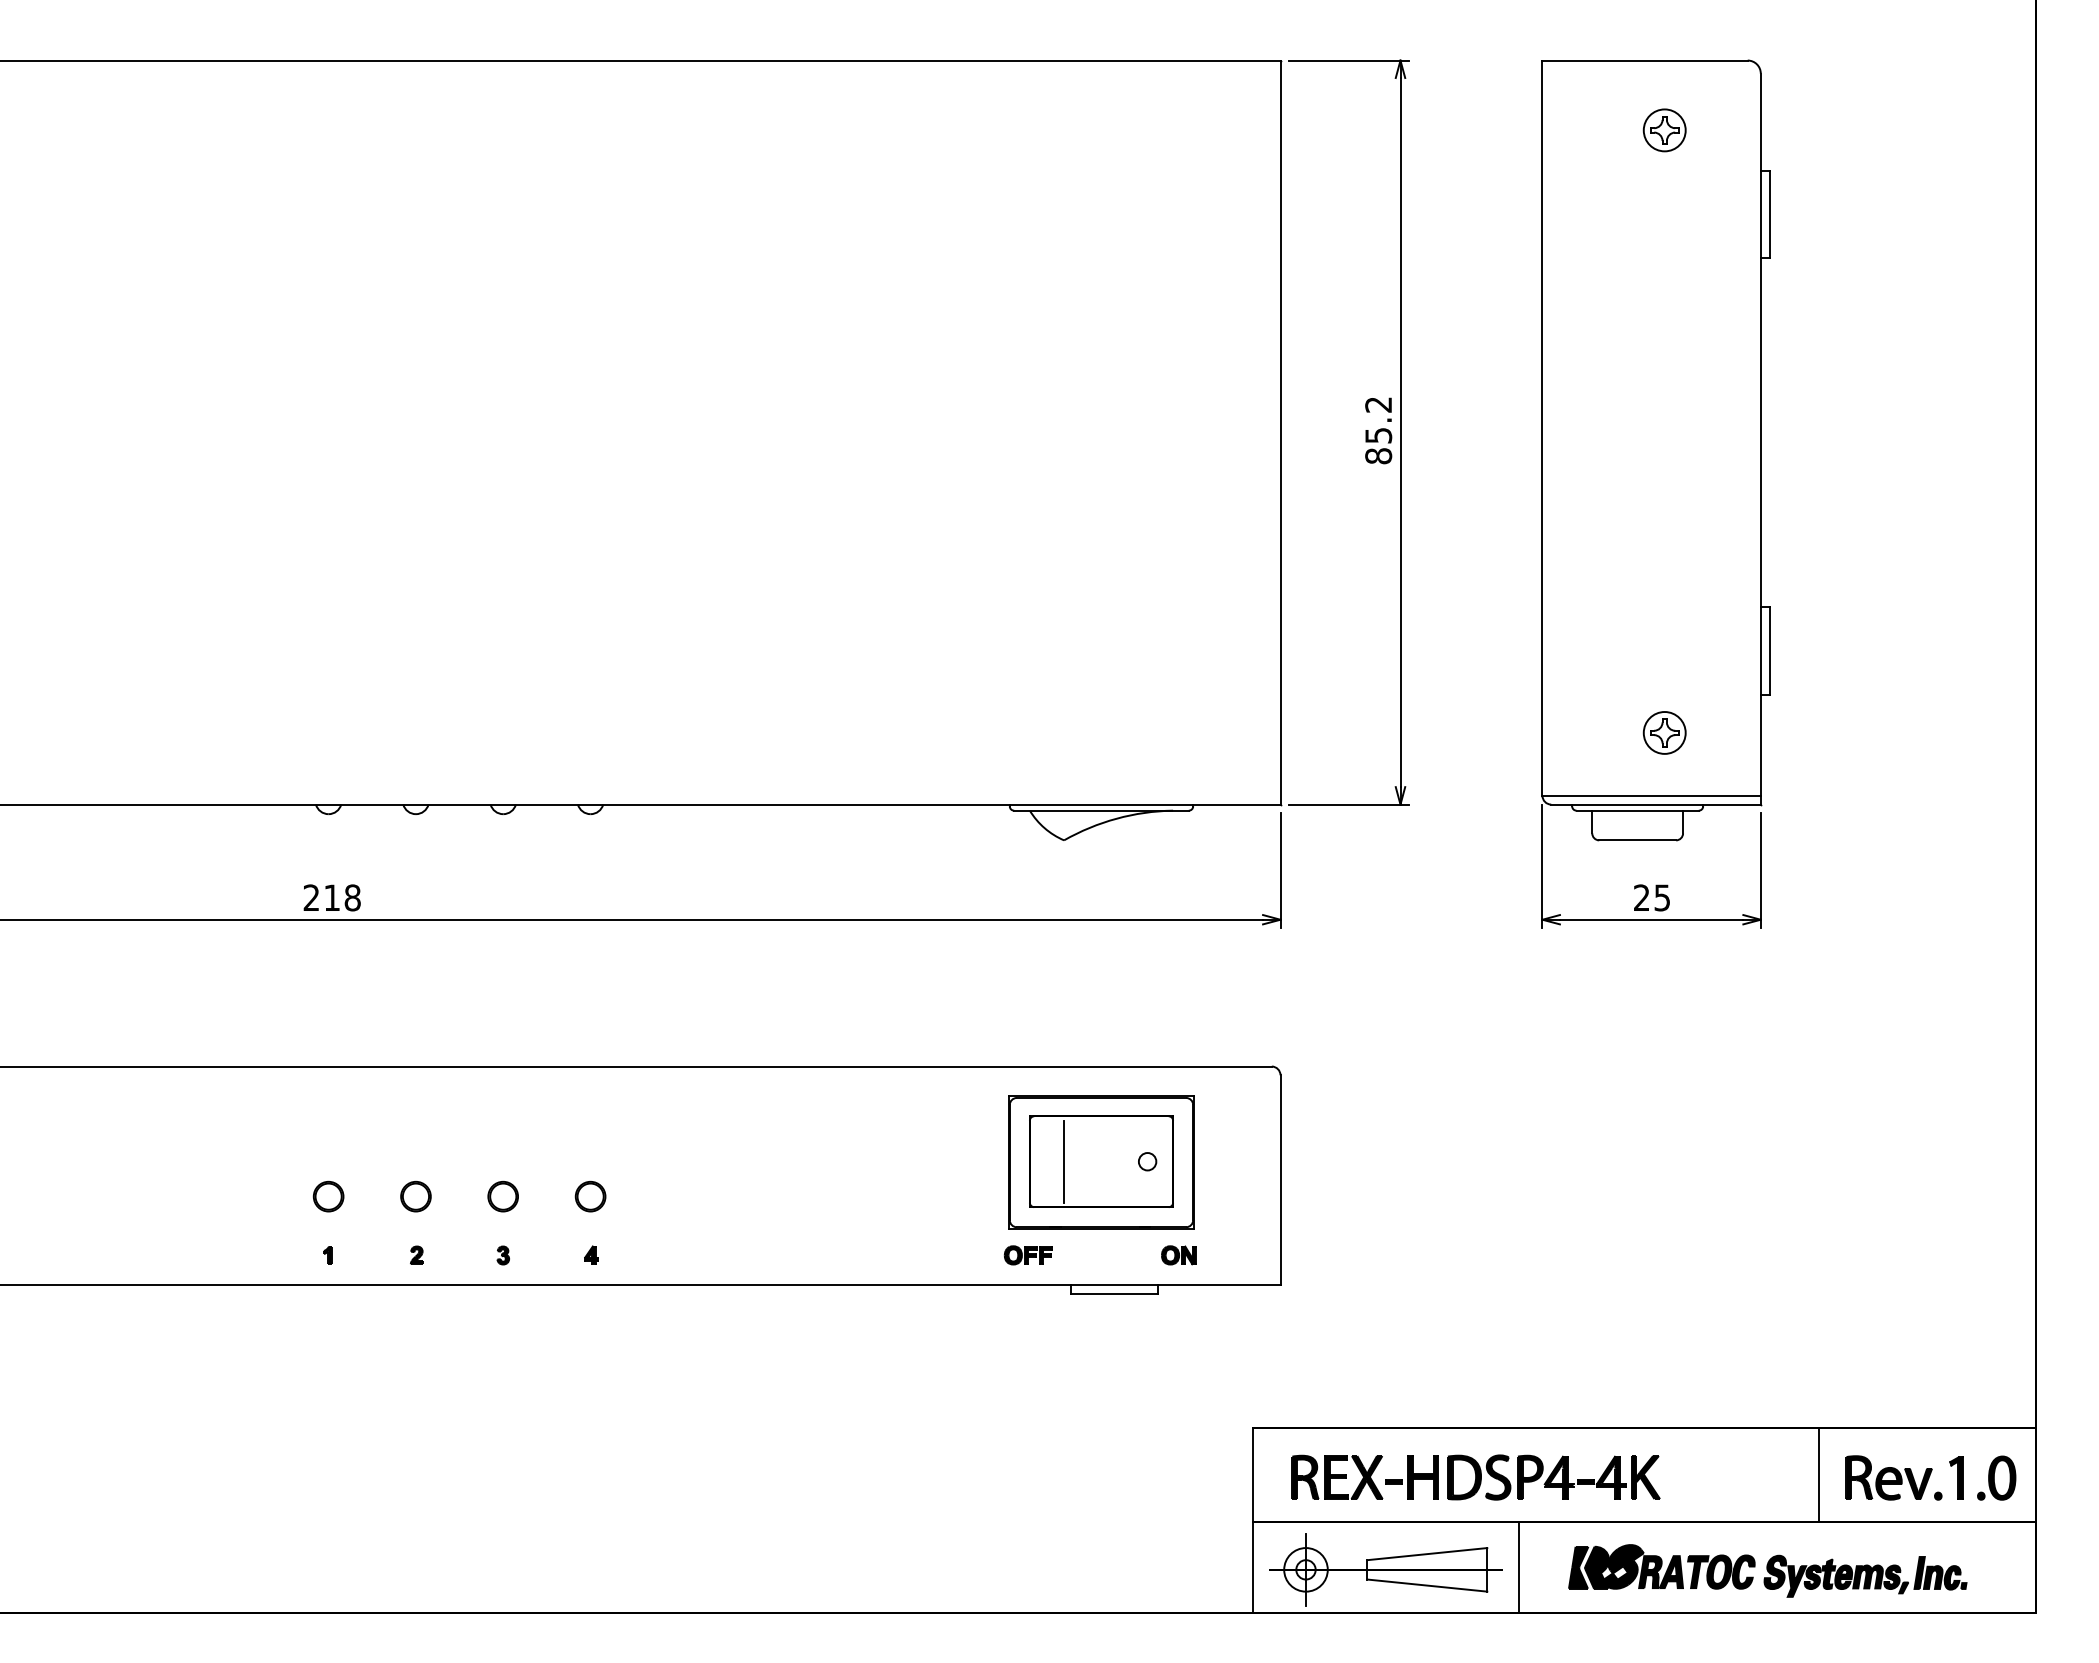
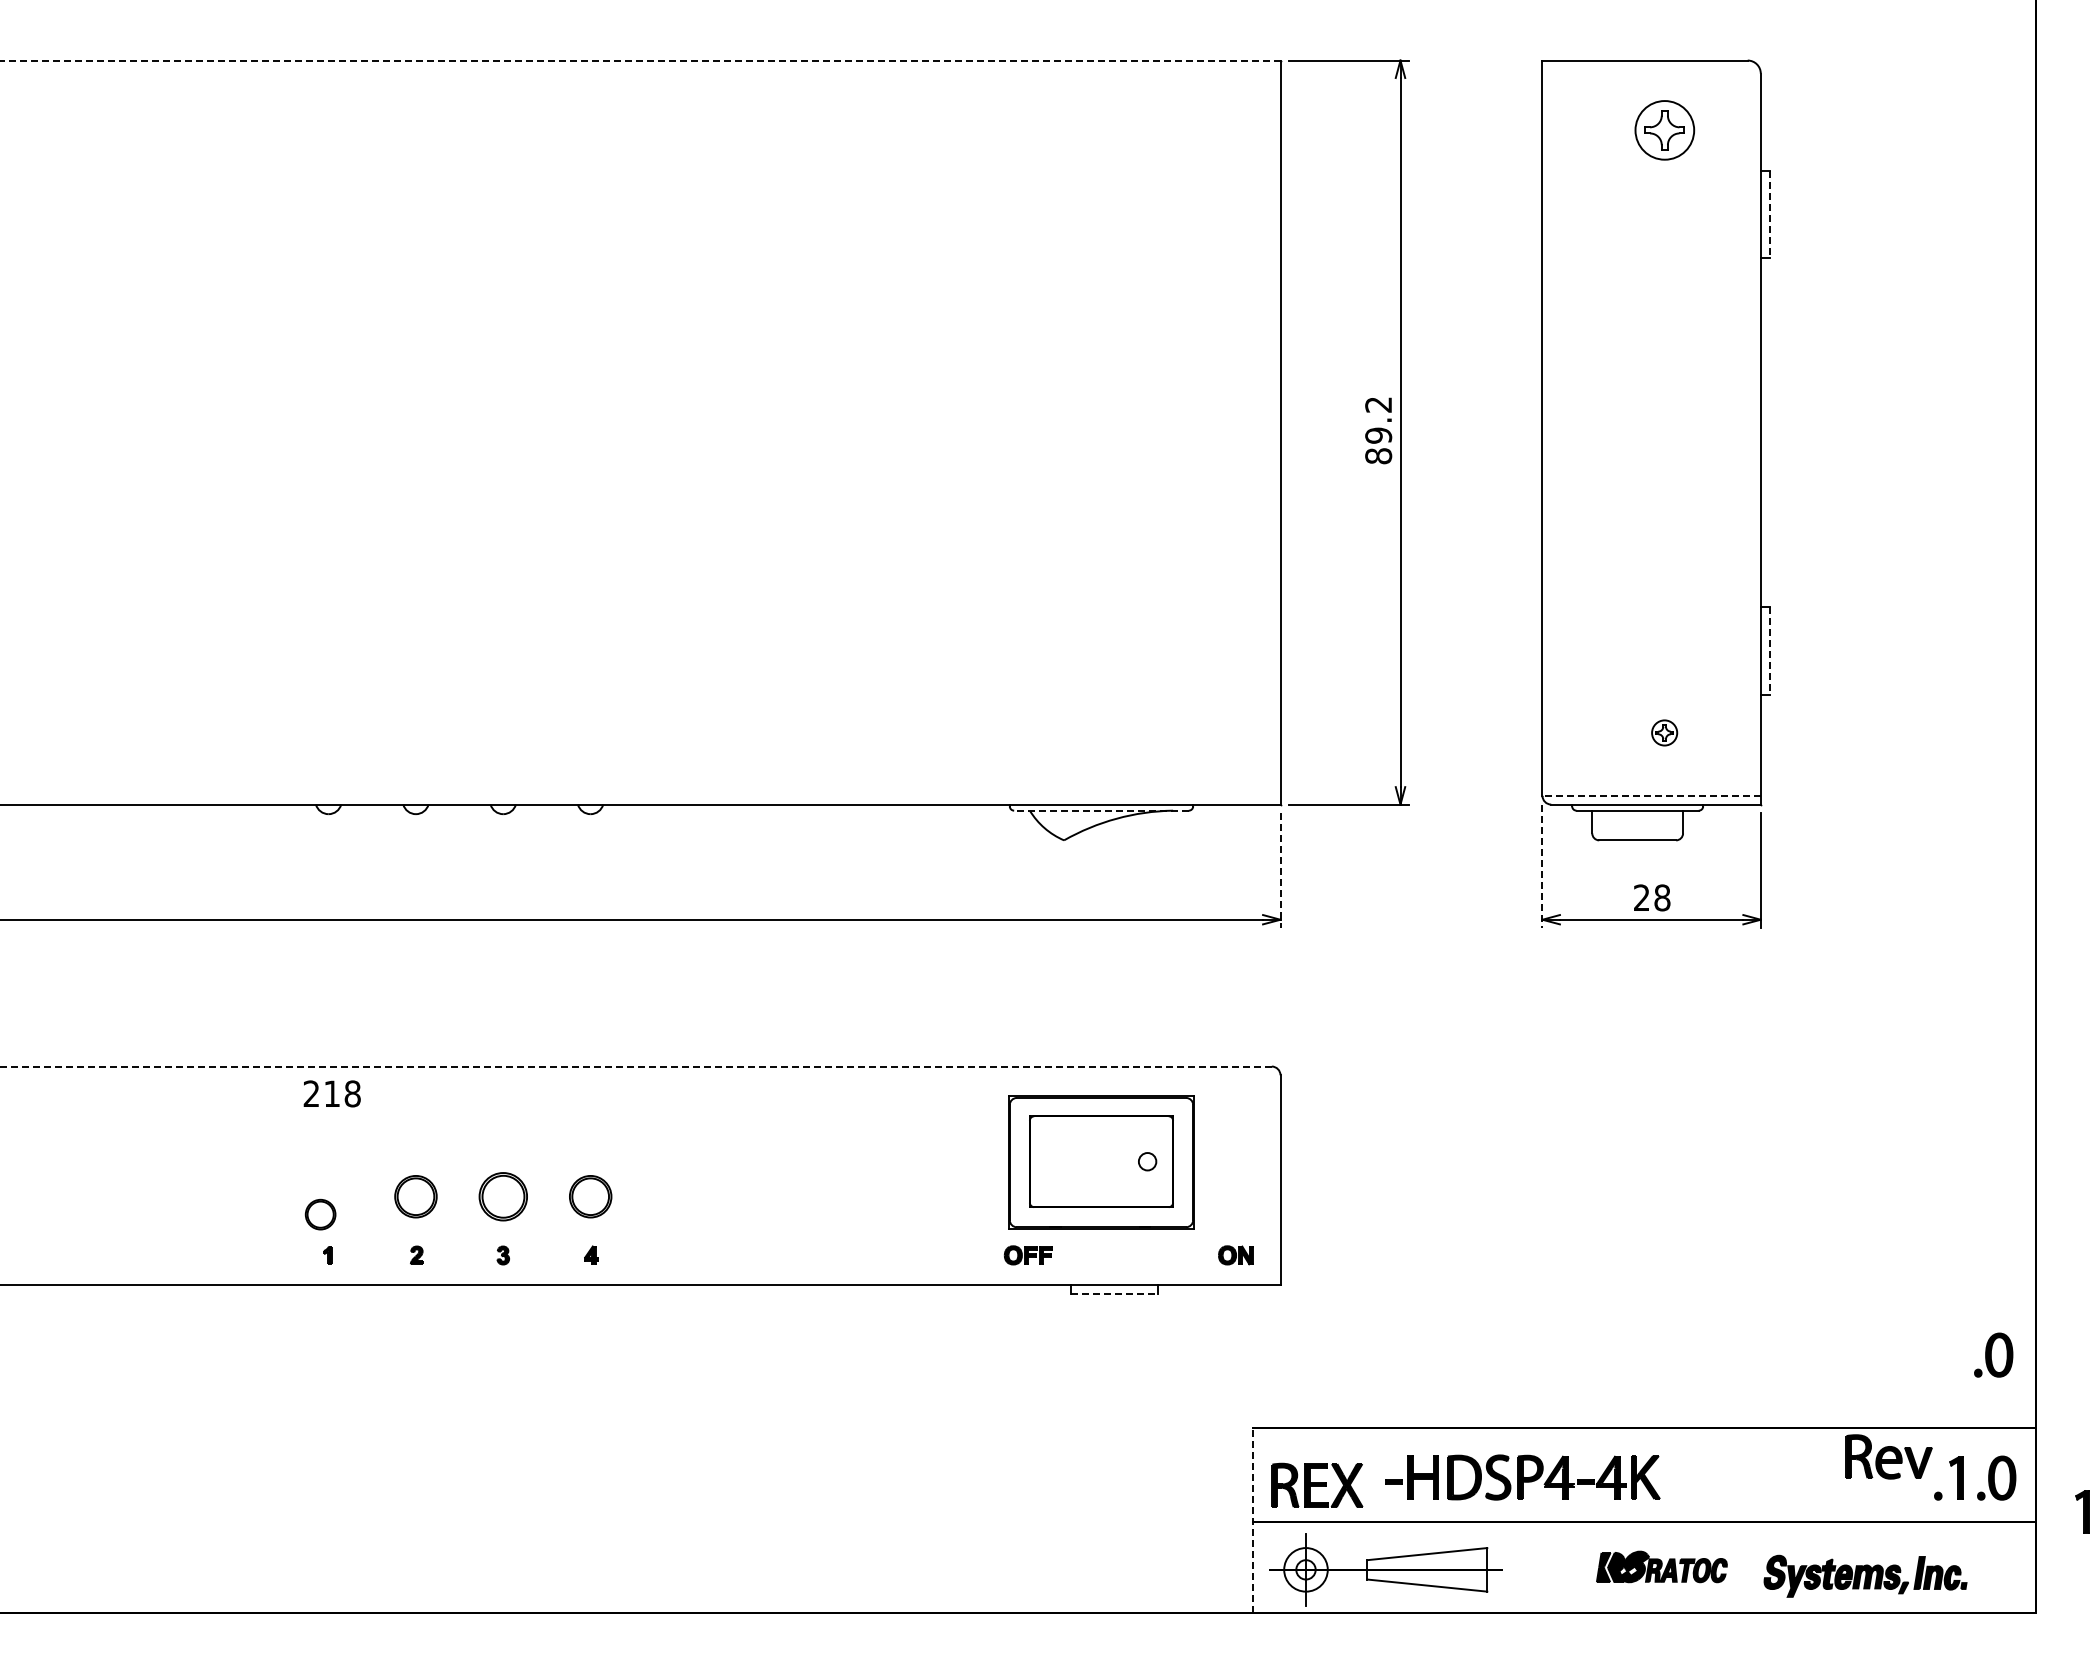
line at (640, 60): solid -> dashed
part at (1664, 130) size: 45x45 px -> 62x61 px
line at (1770, 214): solid -> dashed
text at (1378, 435): 85.2 -> 89.2
line at (1770, 650): solid -> dashed
part at (1664, 732) size: 45x44 px -> 28x28 px
line at (1651, 795): solid -> dashed
line at (1100, 810): solid -> dashed
line at (1542, 866): solid -> dashed
line at (1280, 870): solid -> dashed
text at (331, 897) position: (331, 897) -> (331, 1093)
text at (1662, 897): 25 -> 28
line at (636, 1066): solid -> dashed
line at (1064, 1161): present -> none
part at (328, 1196) position: (328, 1196) -> (320, 1214)
part at (415, 1196) size: 32x33 px -> 44x44 px
part at (502, 1196) size: 32x33 px -> 50x50 px
part at (590, 1196) size: 33x33 px -> 44x44 px
part at (1178, 1255) position: (1178, 1255) -> (1235, 1255)
line at (1114, 1294): solid -> dashed
part at (1993, 1354): none -> present
line at (1819, 1474): present -> none
part at (1337, 1476) position: (1337, 1476) -> (1317, 1484)
part at (1888, 1477) position: (1888, 1477) -> (1888, 1456)
part at (2082, 1511): none -> present
line at (1252, 1520): solid -> dashed
part at (1661, 1566) size: 188x46 px -> 132x34 px
line at (1519, 1567): present -> none
